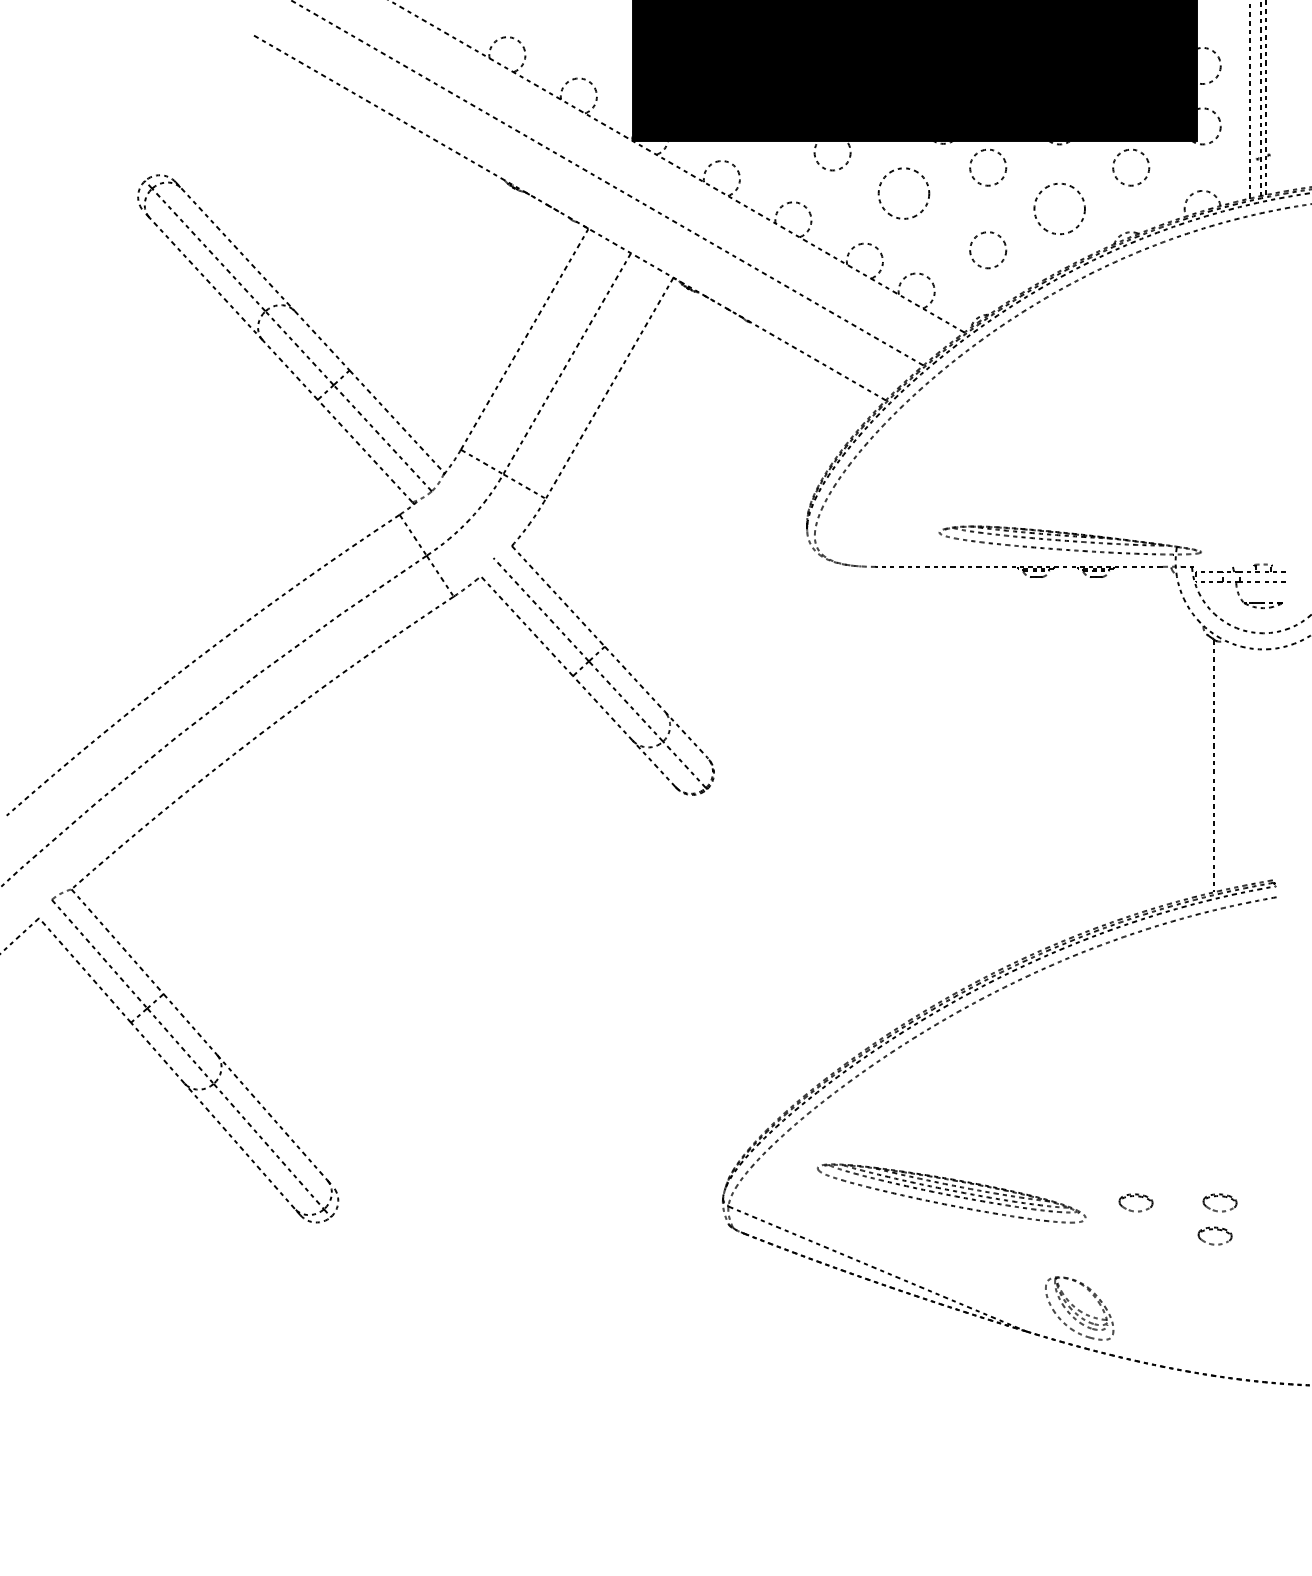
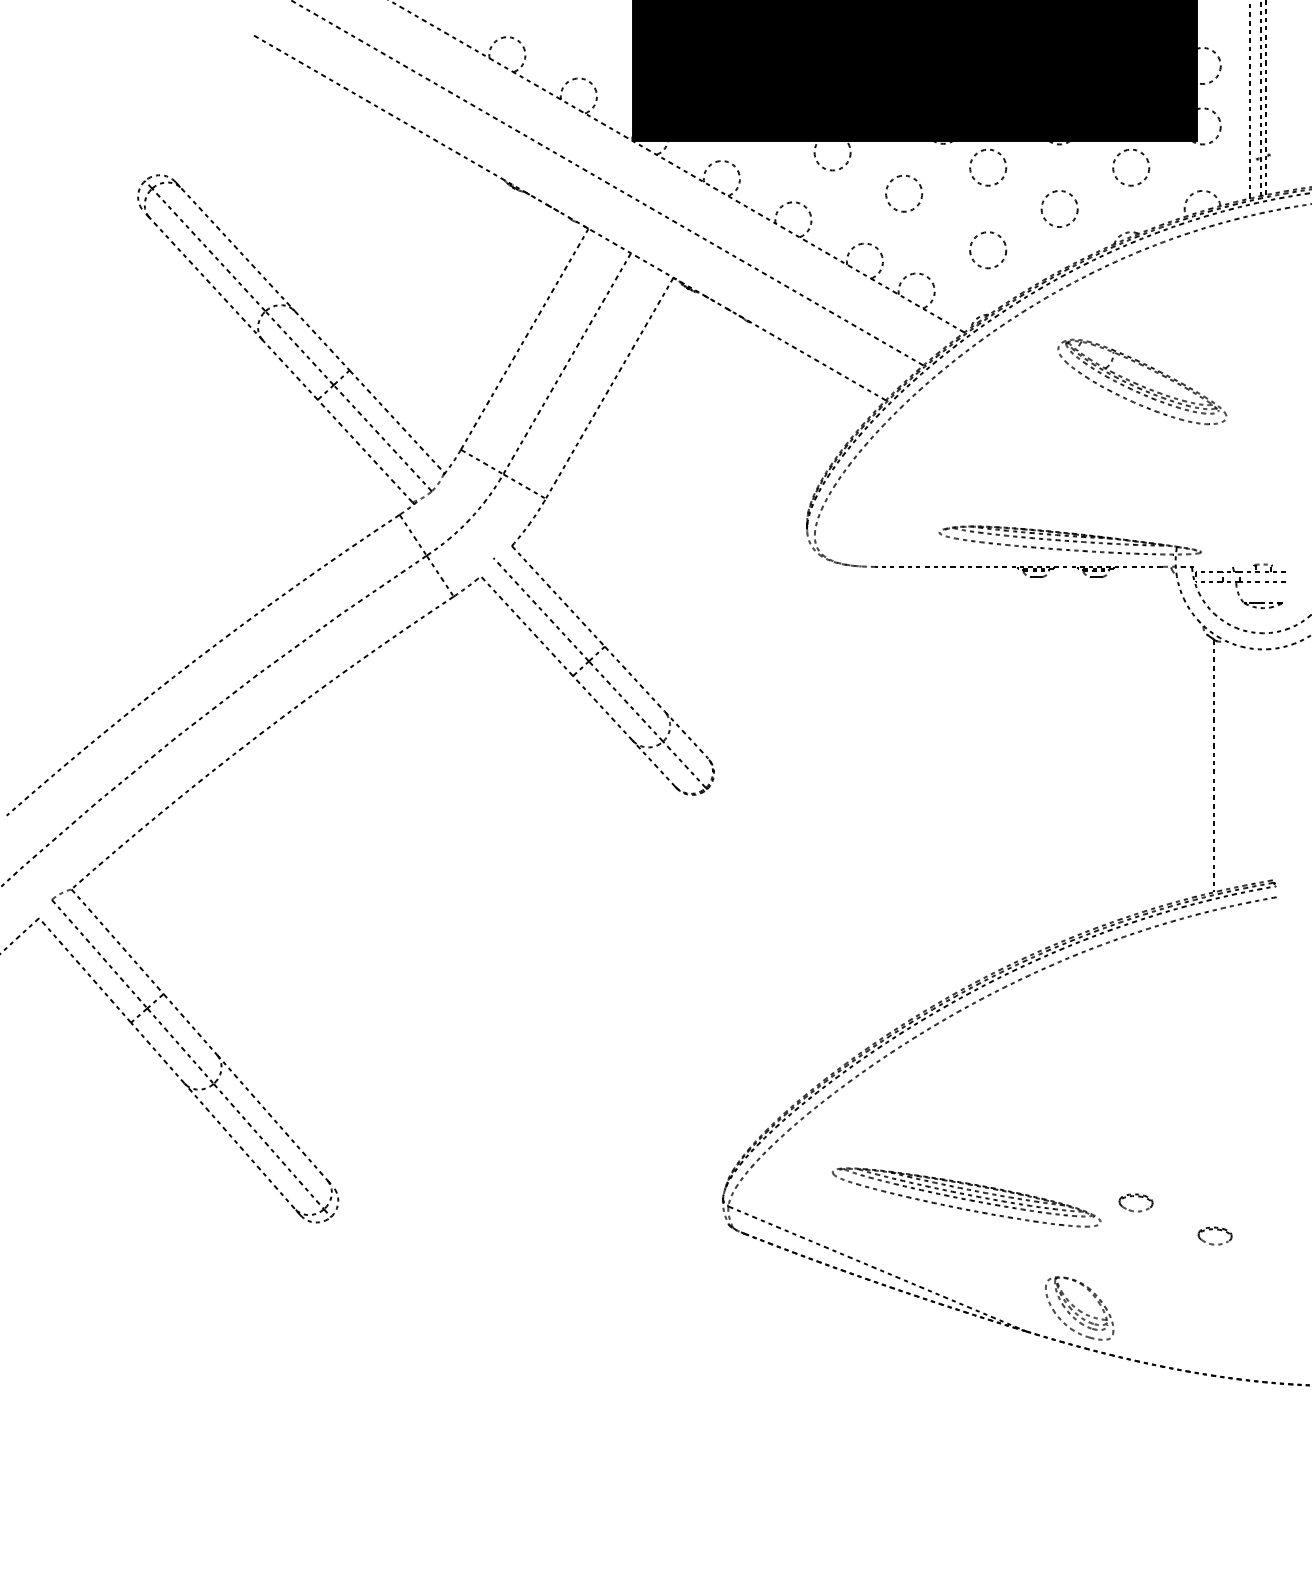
circle at (903, 193) size: 54x53 px -> 39x38 px
circle at (1059, 208) diameter: 51 px -> 36 px
part at (1142, 381): none -> present
part at (951, 1193) position: (951, 1193) -> (966, 1197)
part at (1219, 1202): present -> none
